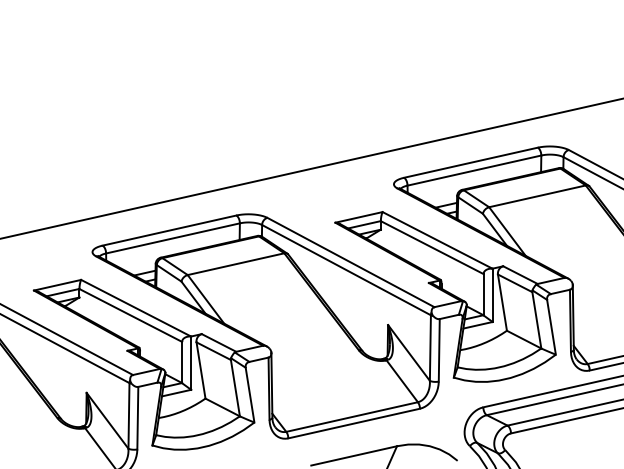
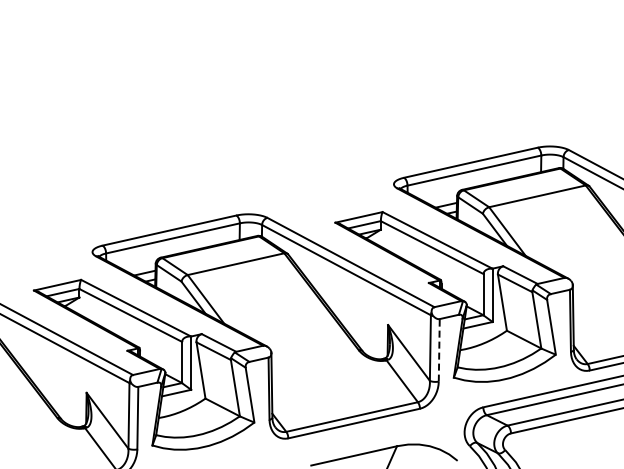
line at (311, 168): present -> none
line at (439, 349): solid -> dashed
